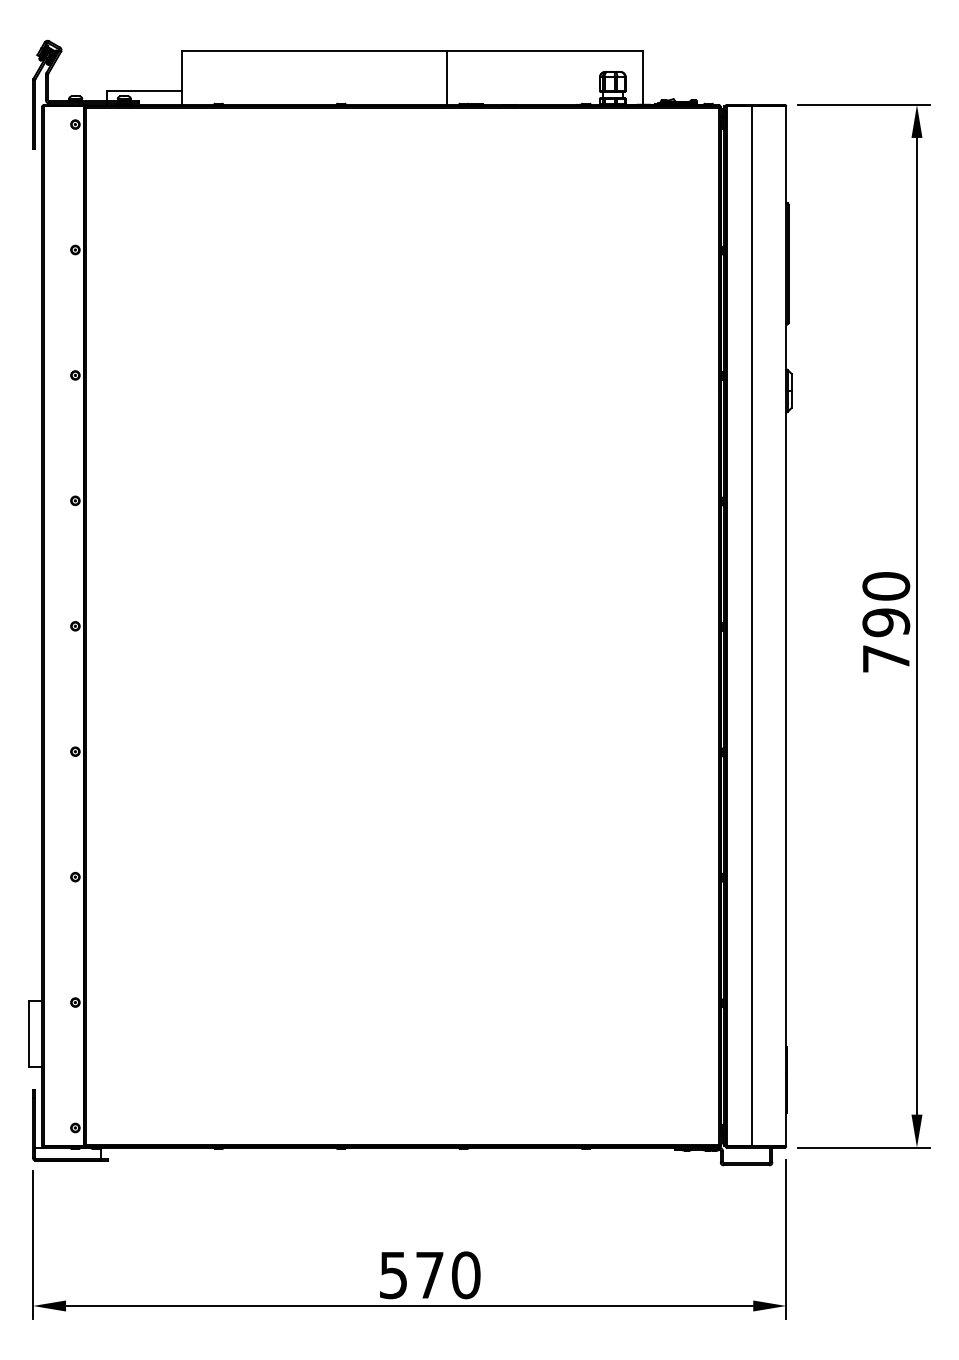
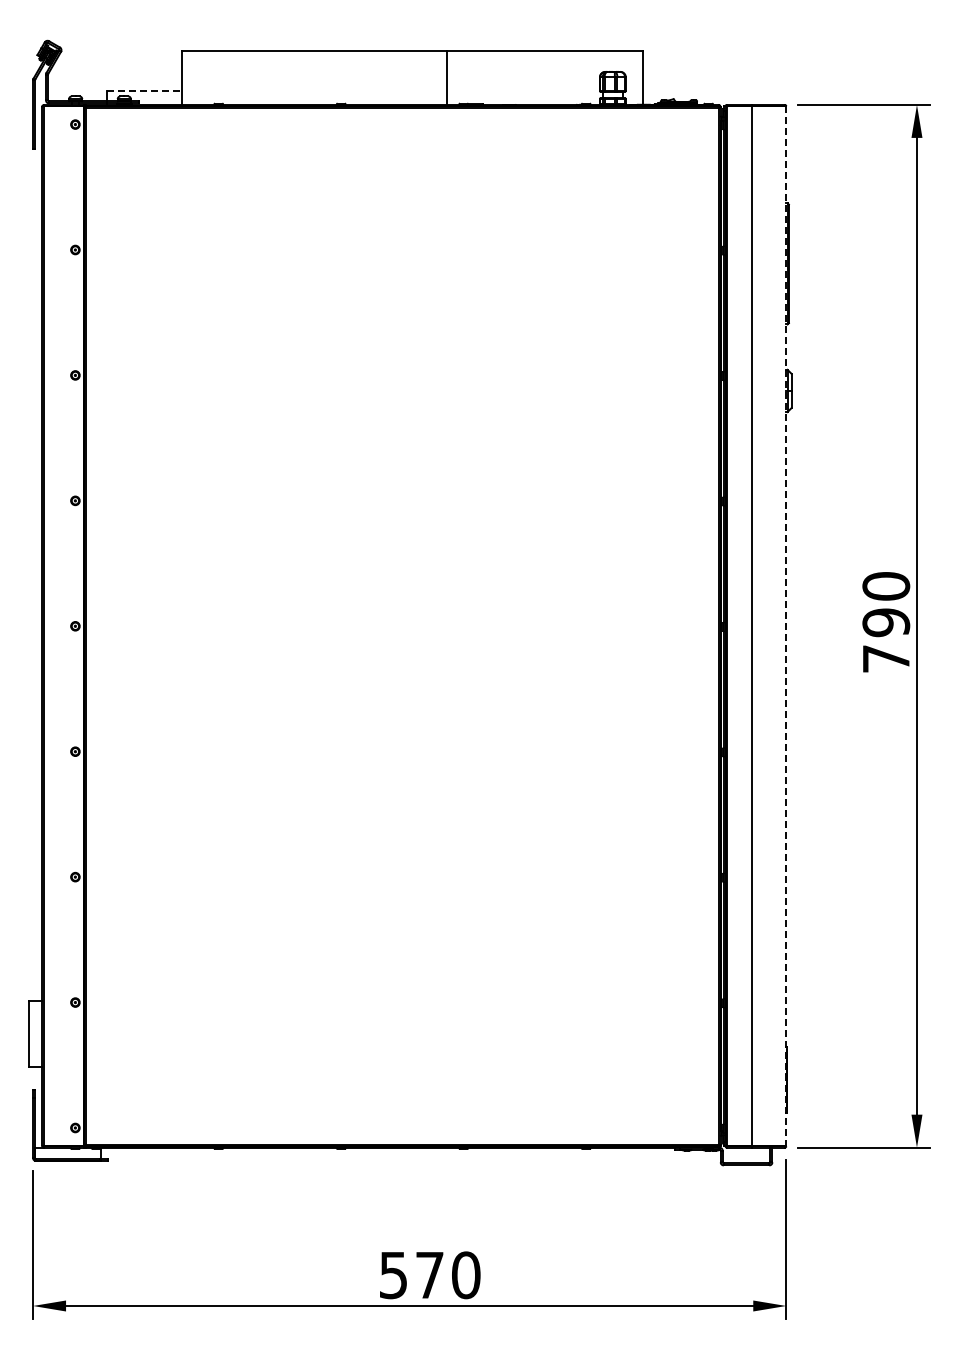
line at (144, 90): solid -> dashed
line at (786, 626): solid -> dashed
